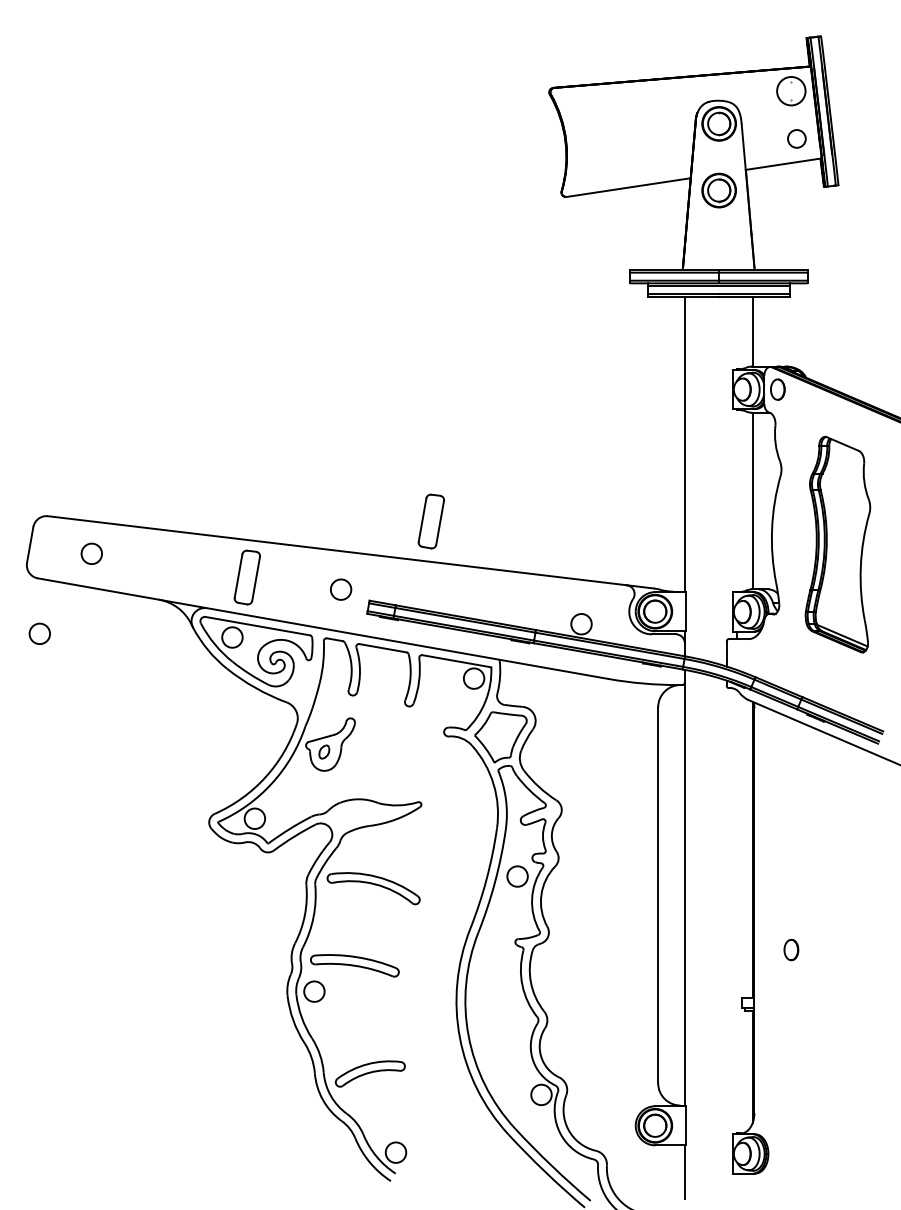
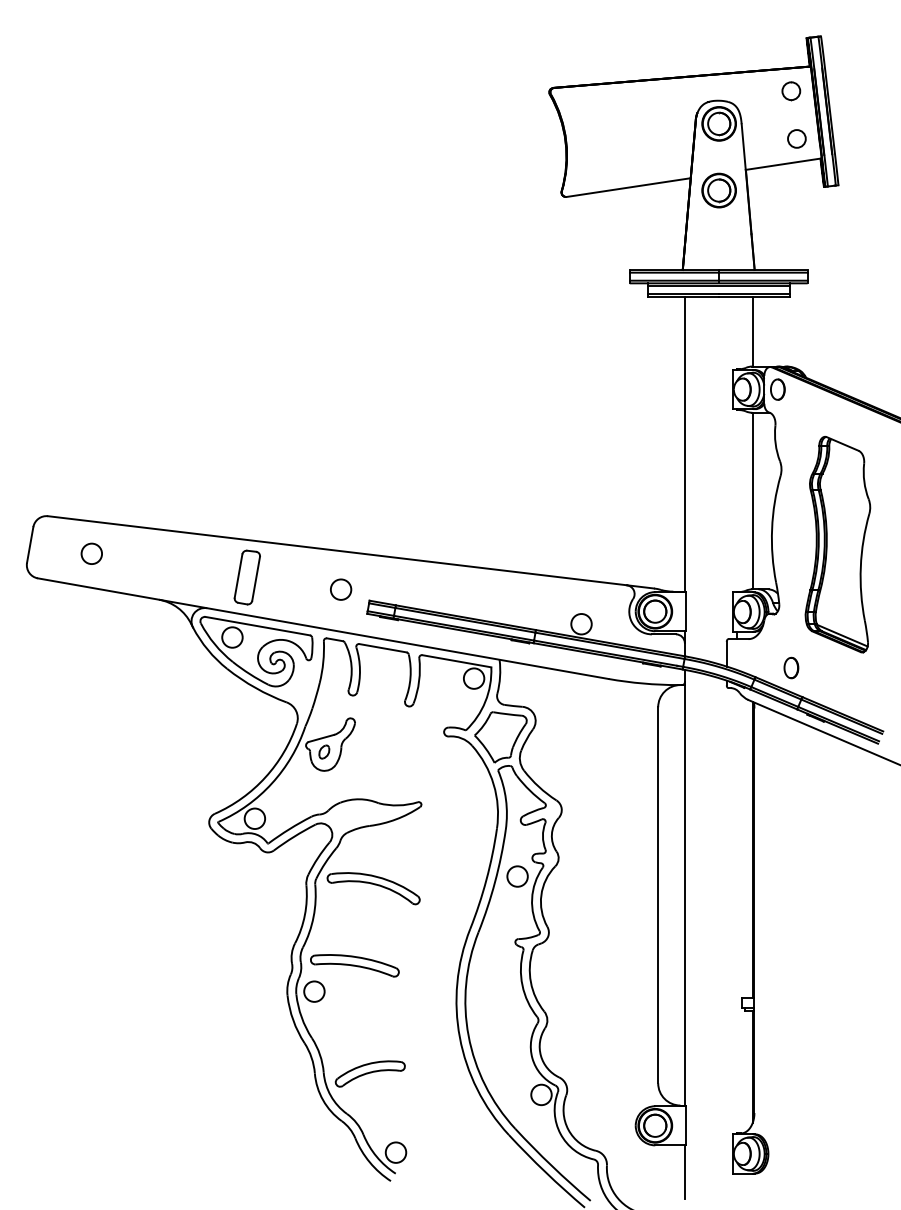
circle at (791, 91) diameter: 28 px -> 18 px
part at (430, 521): present -> none
circle at (39, 633): present -> none
part at (791, 949) position: (791, 949) -> (791, 667)
